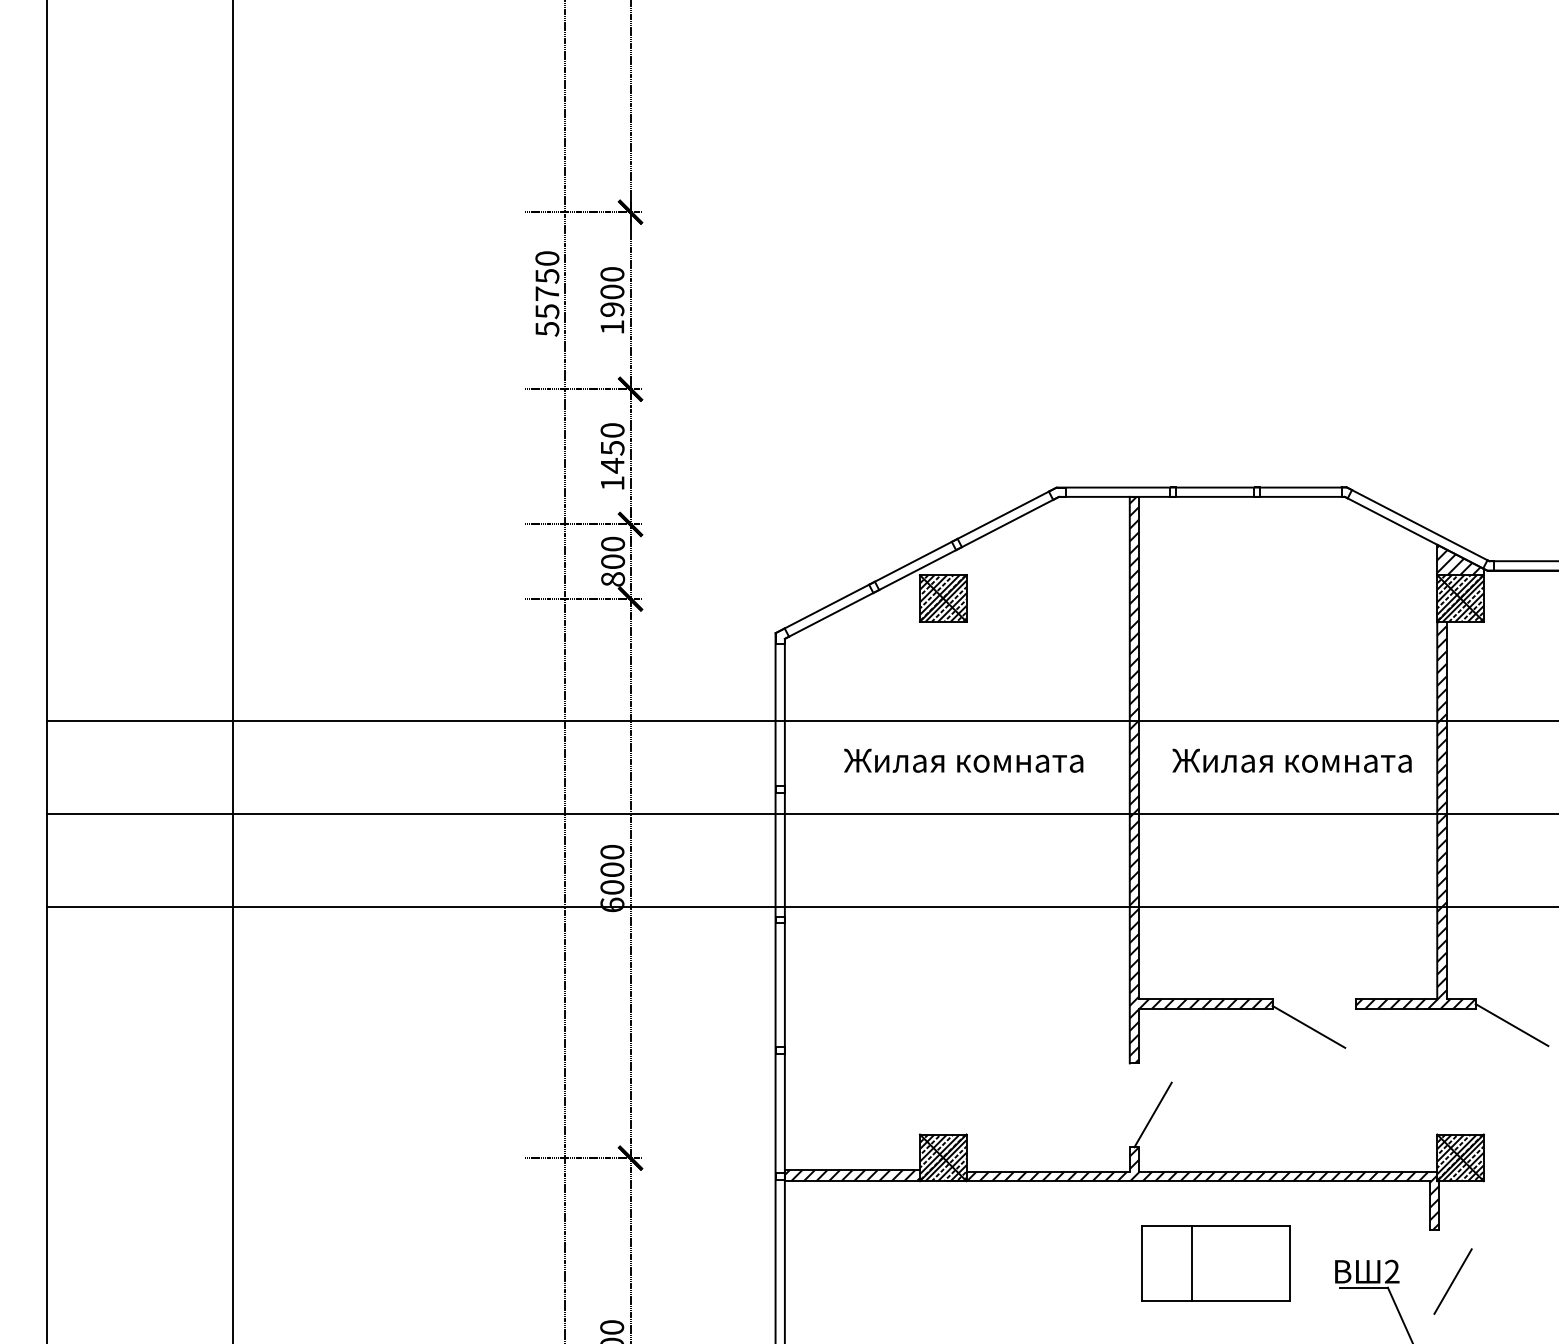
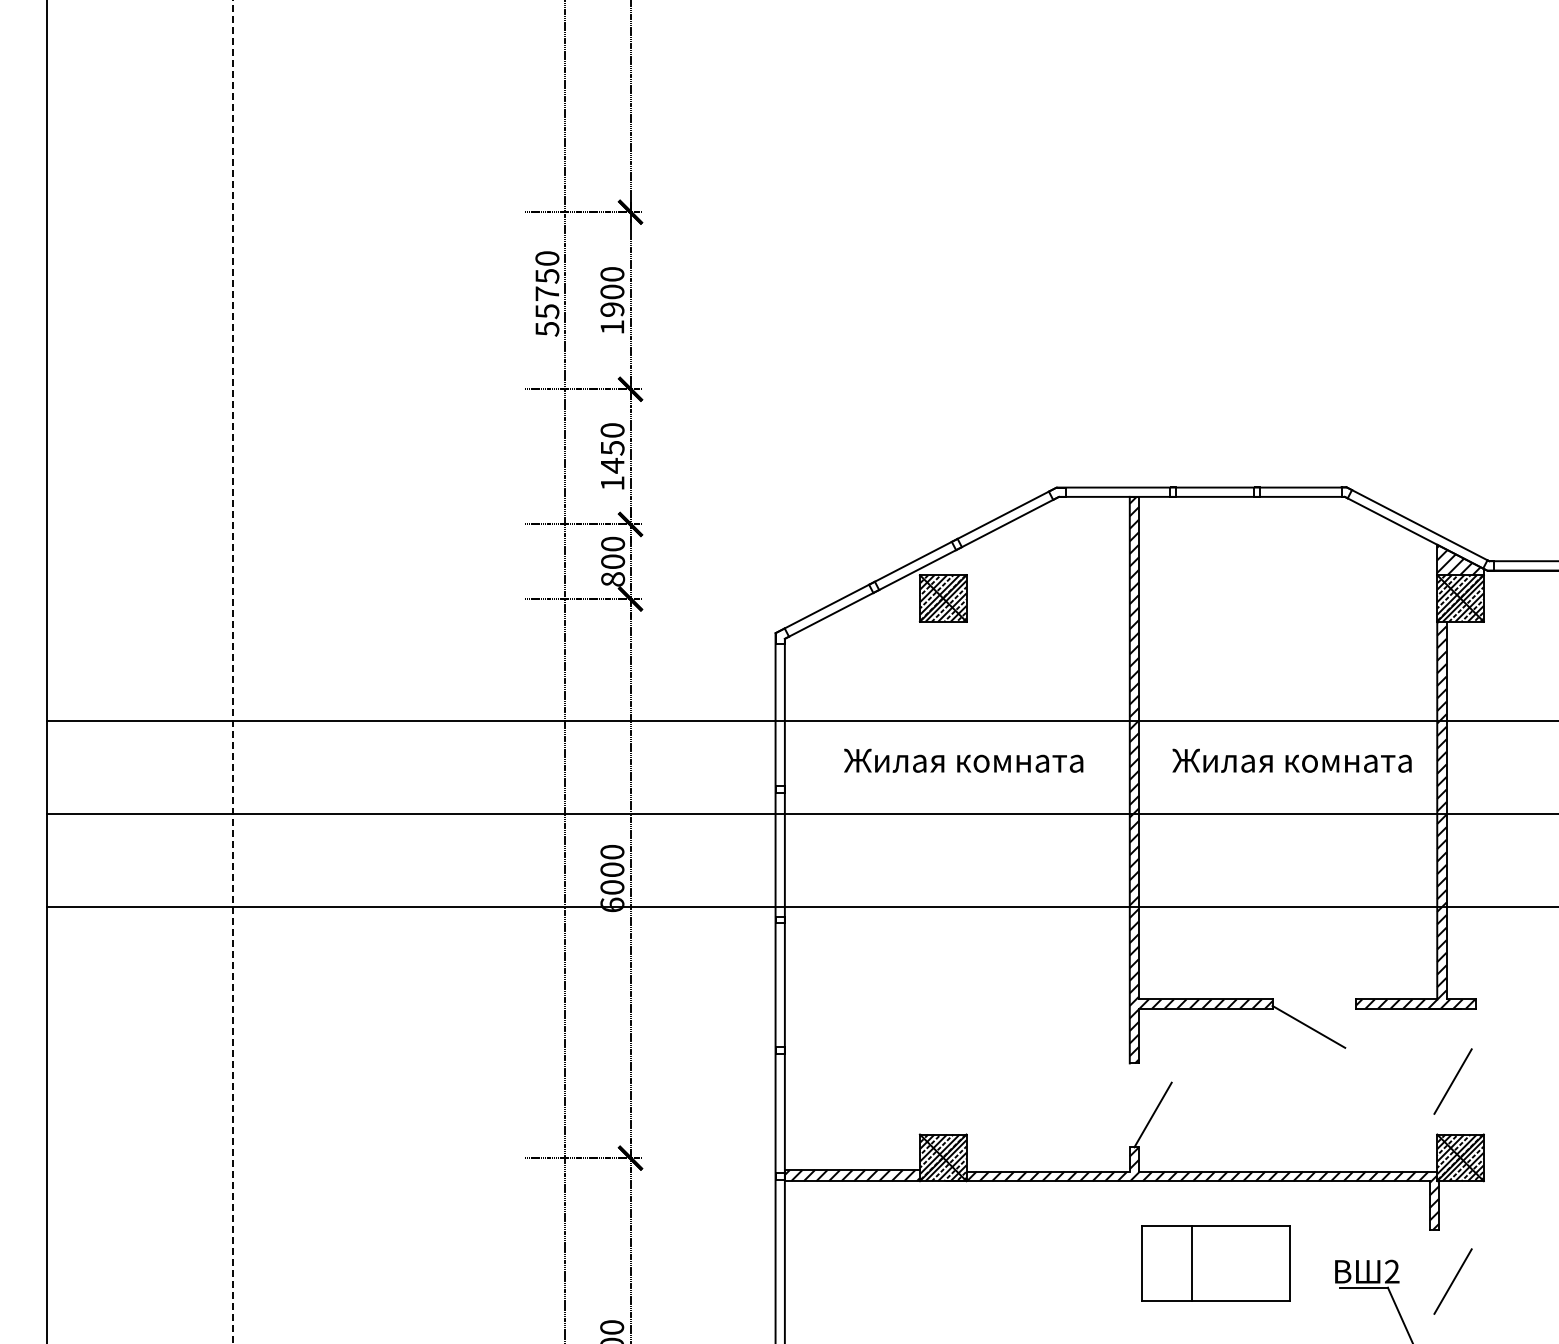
line at (233, 672): solid -> dashed
line at (1511, 1025): present -> none
line at (1452, 1081): none -> present
